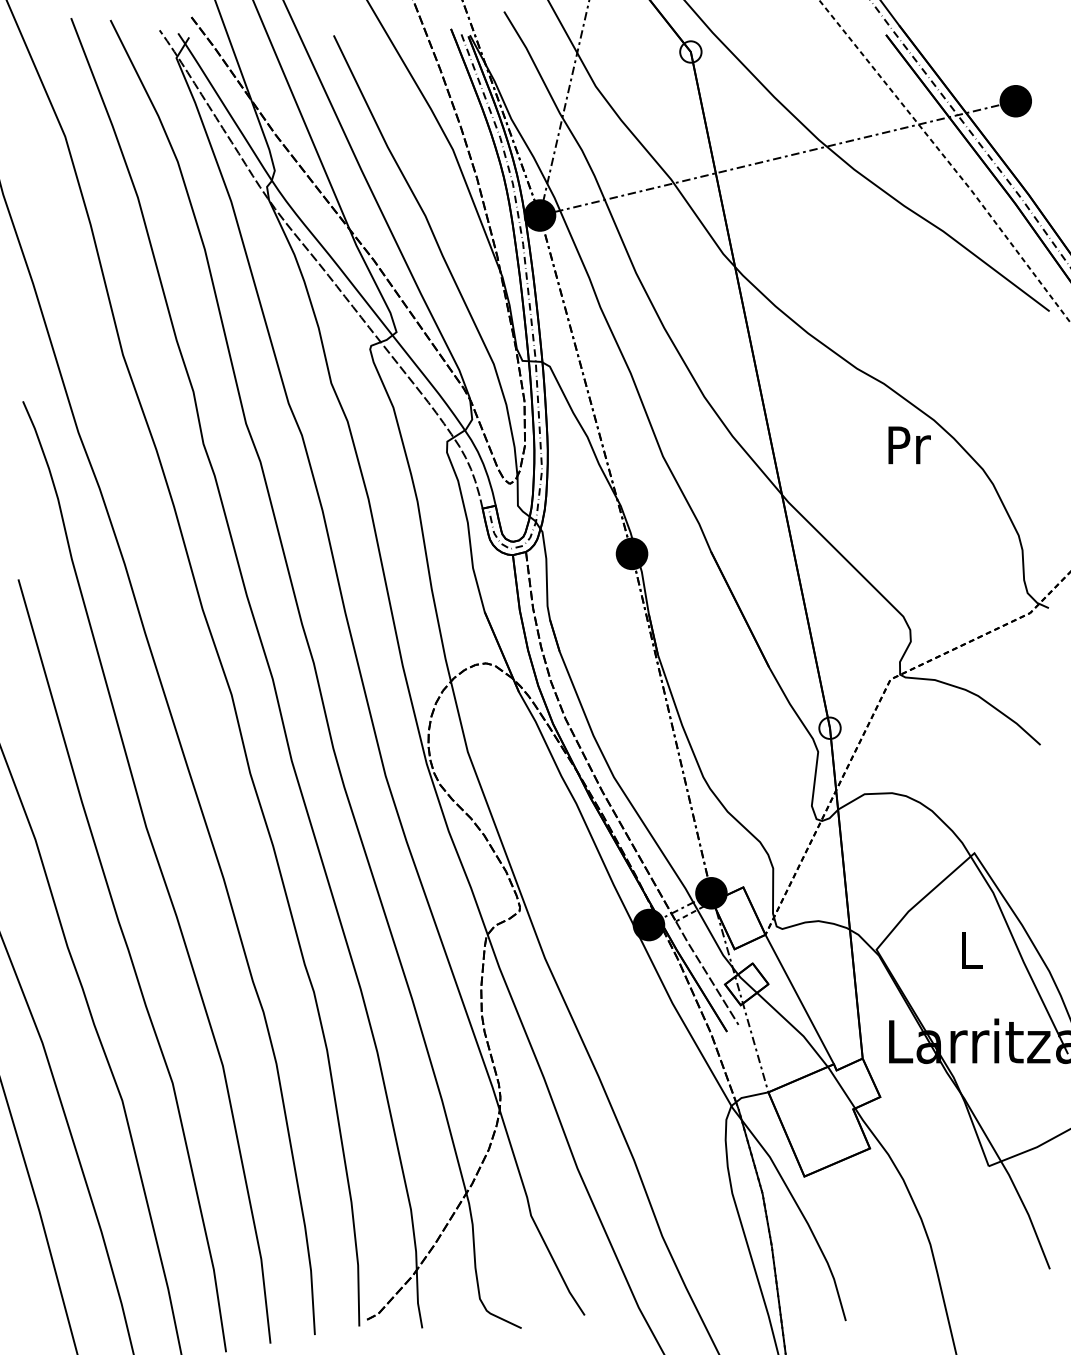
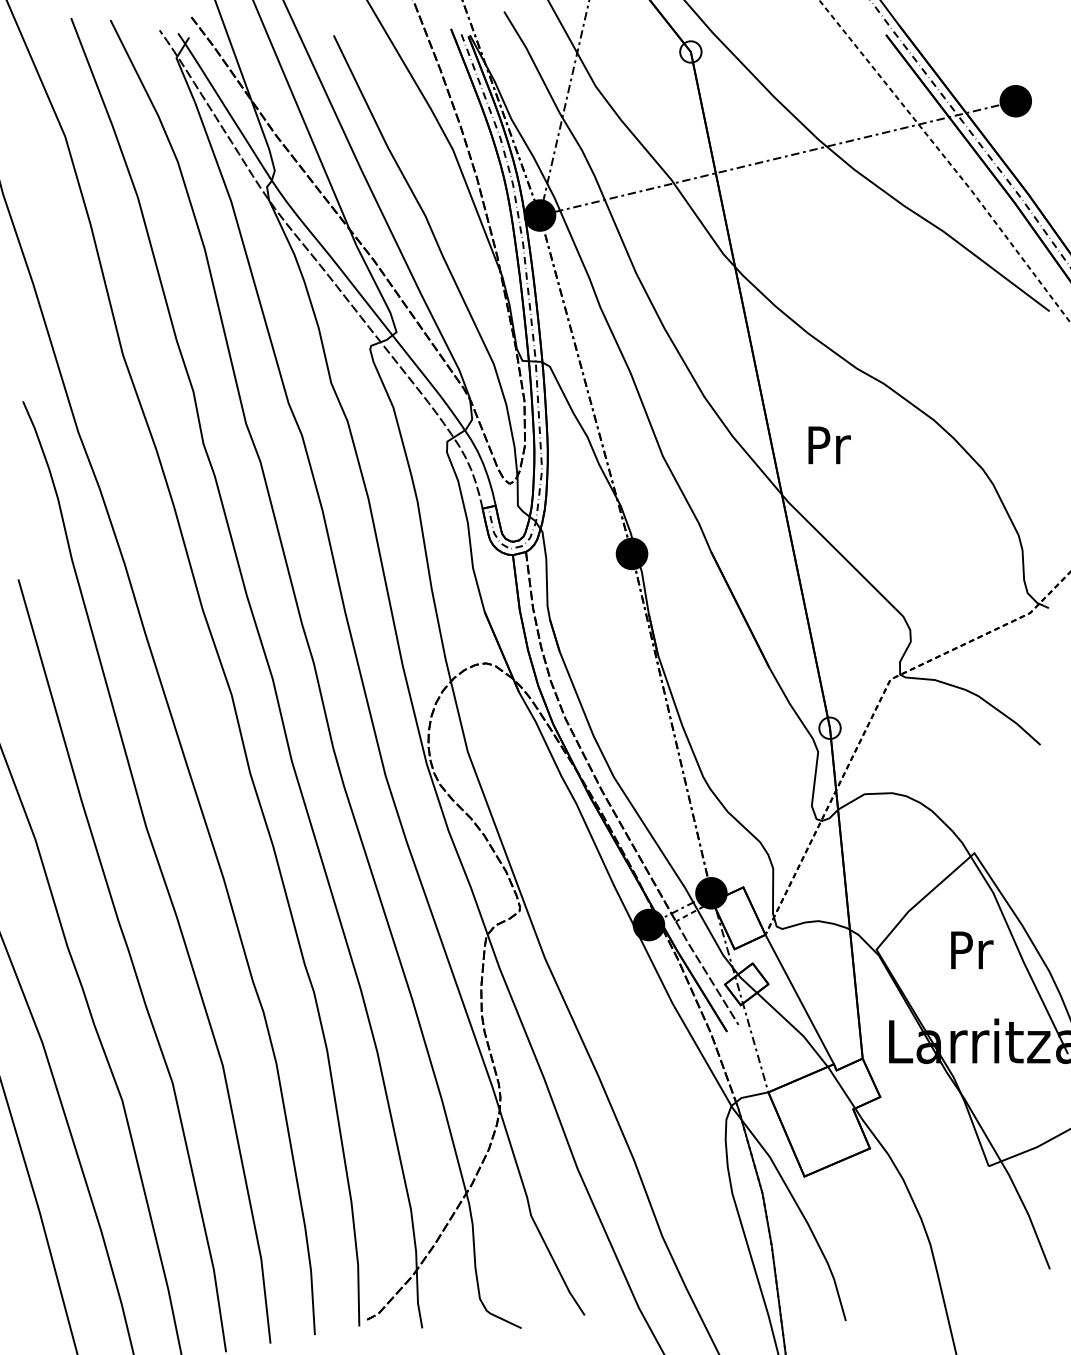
text at (909, 445) position: (909, 445) -> (829, 445)
text at (972, 950): L -> Pr
